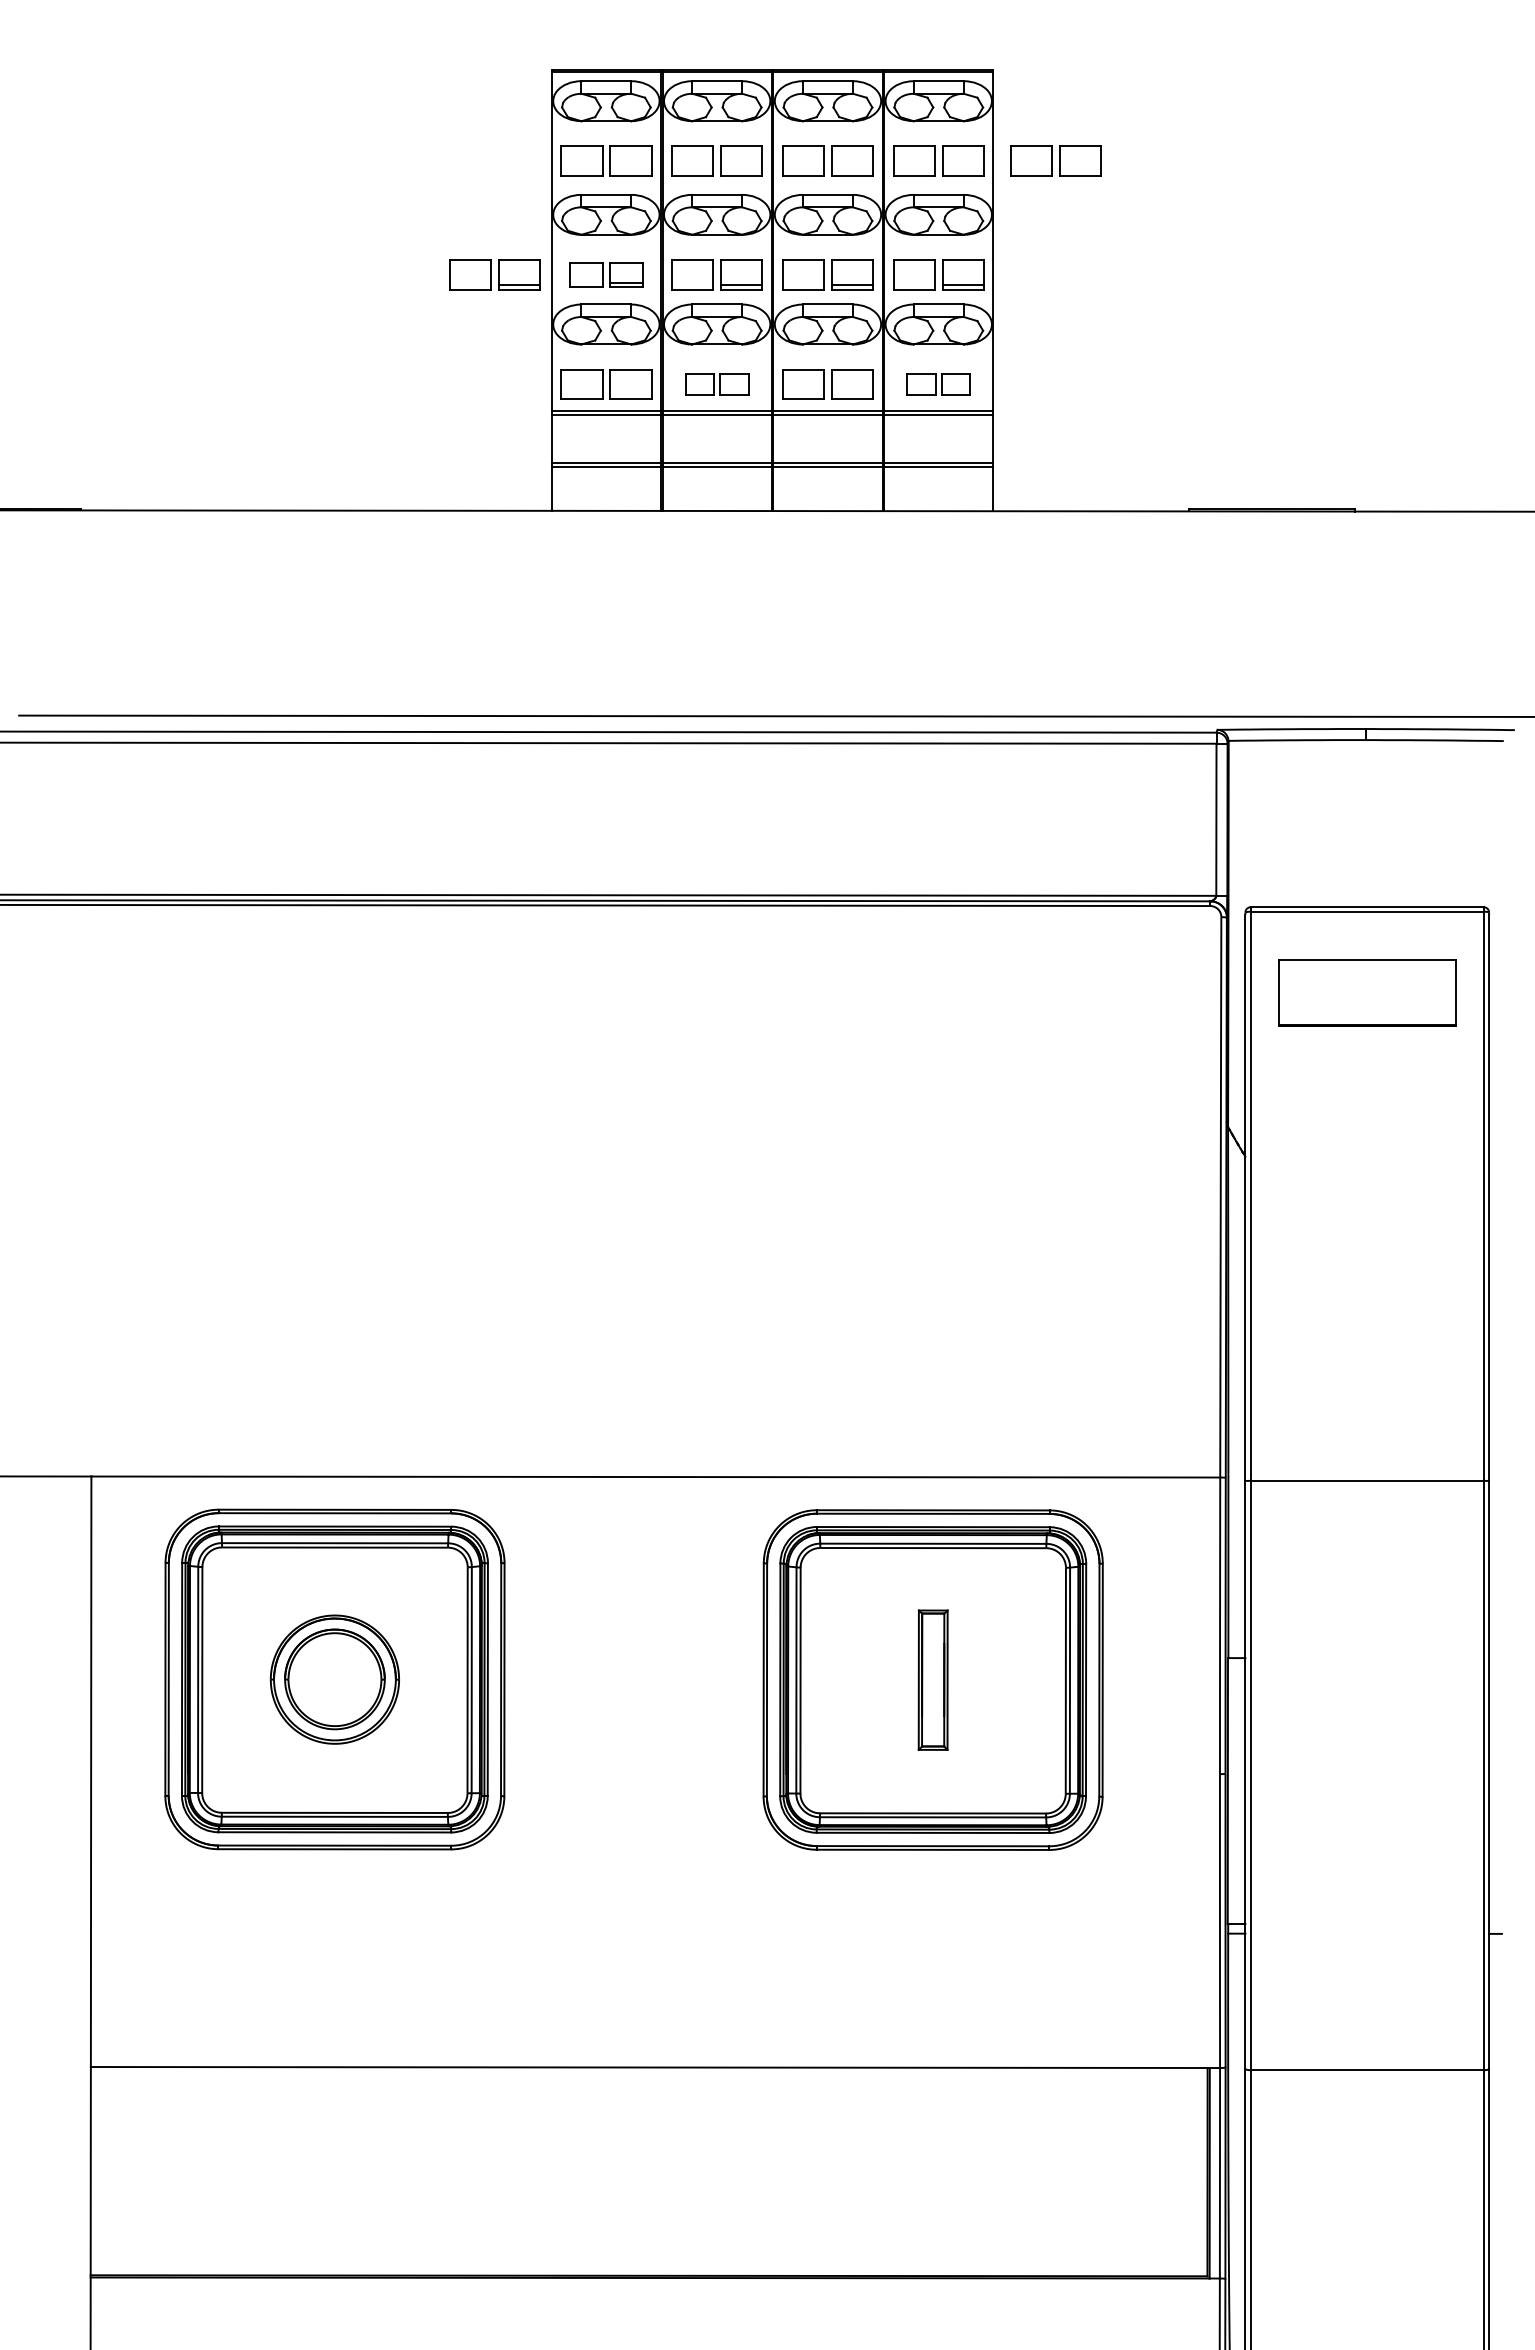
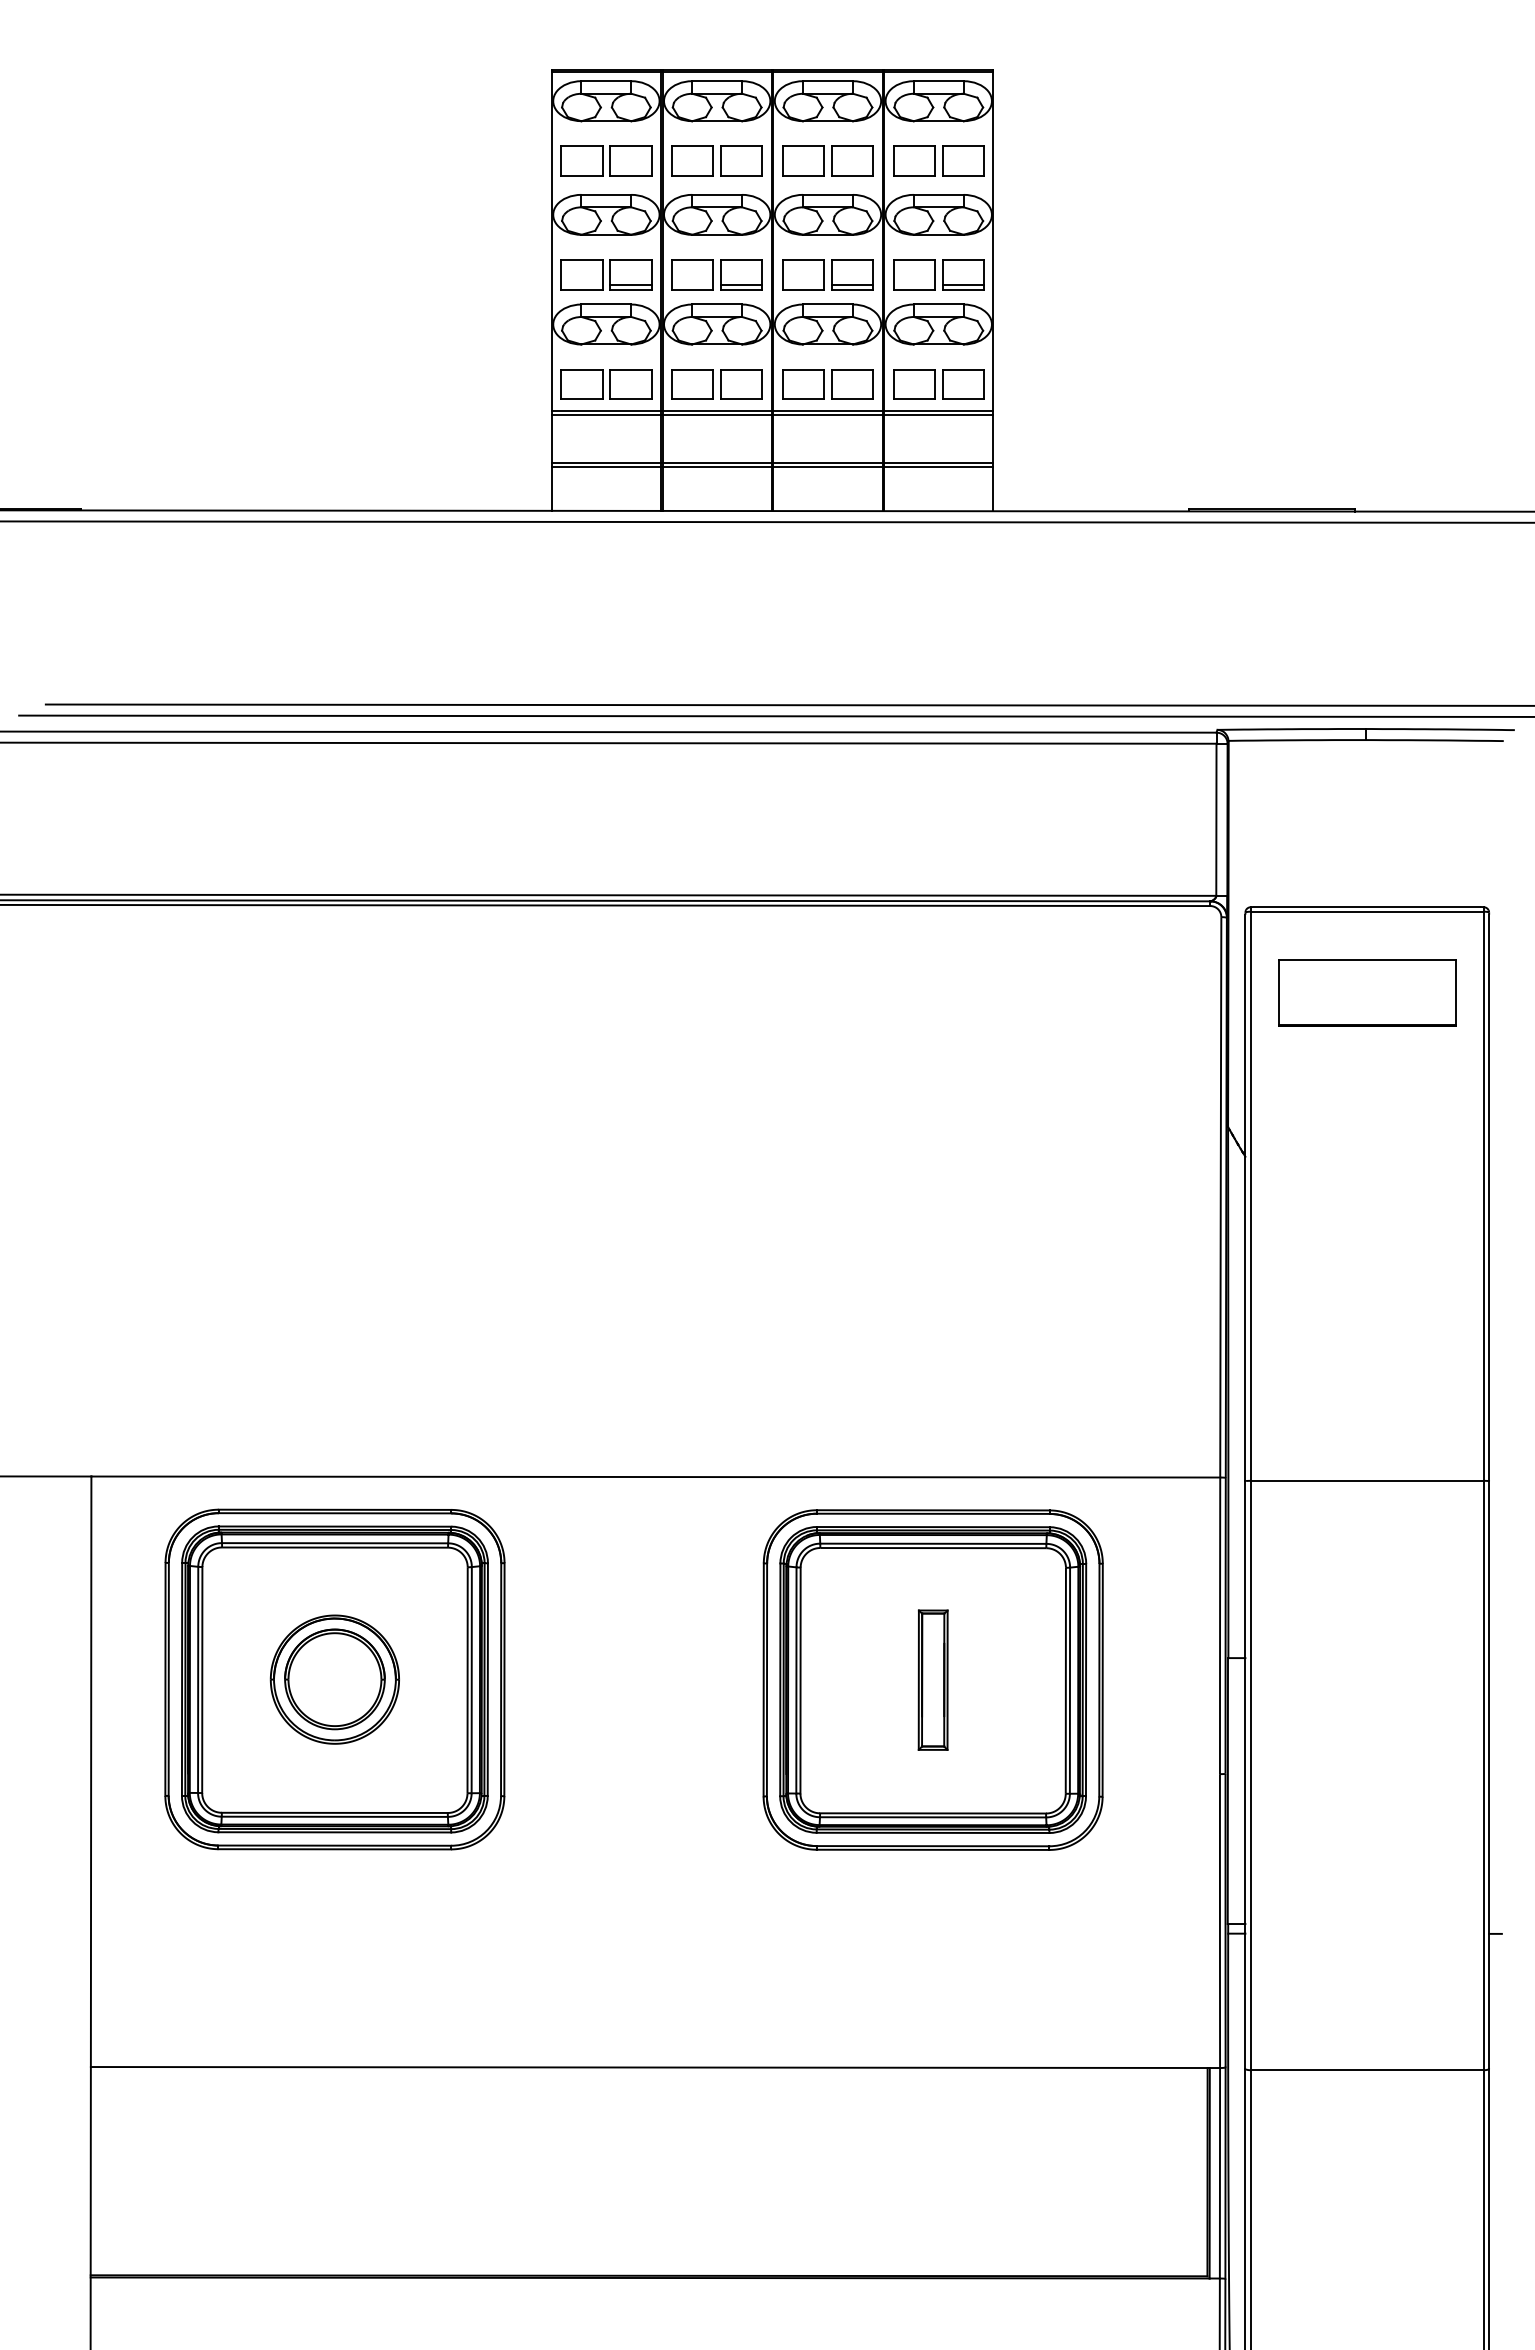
part at (1055, 160): present -> none
part at (494, 274): present -> none
part at (606, 274) size: 75x26 px -> 93x32 px
part at (717, 384) size: 65x23 px -> 92x31 px
part at (938, 384) size: 65x23 px -> 92x31 px
line at (766, 521): none -> present
line at (788, 704): none -> present
